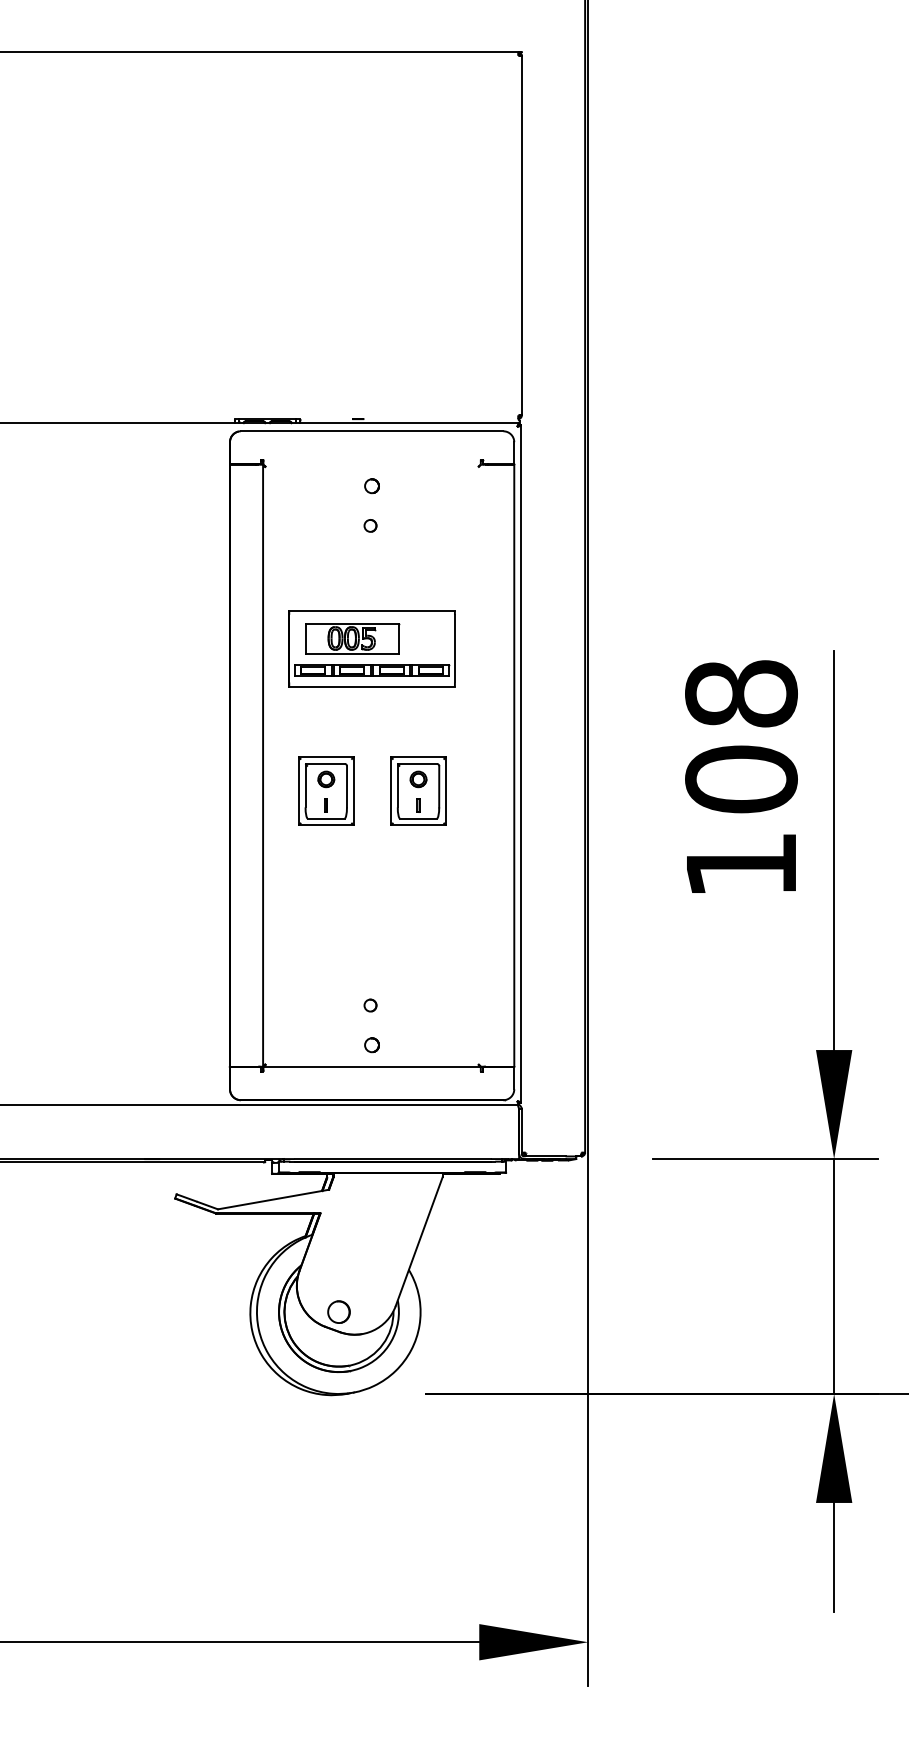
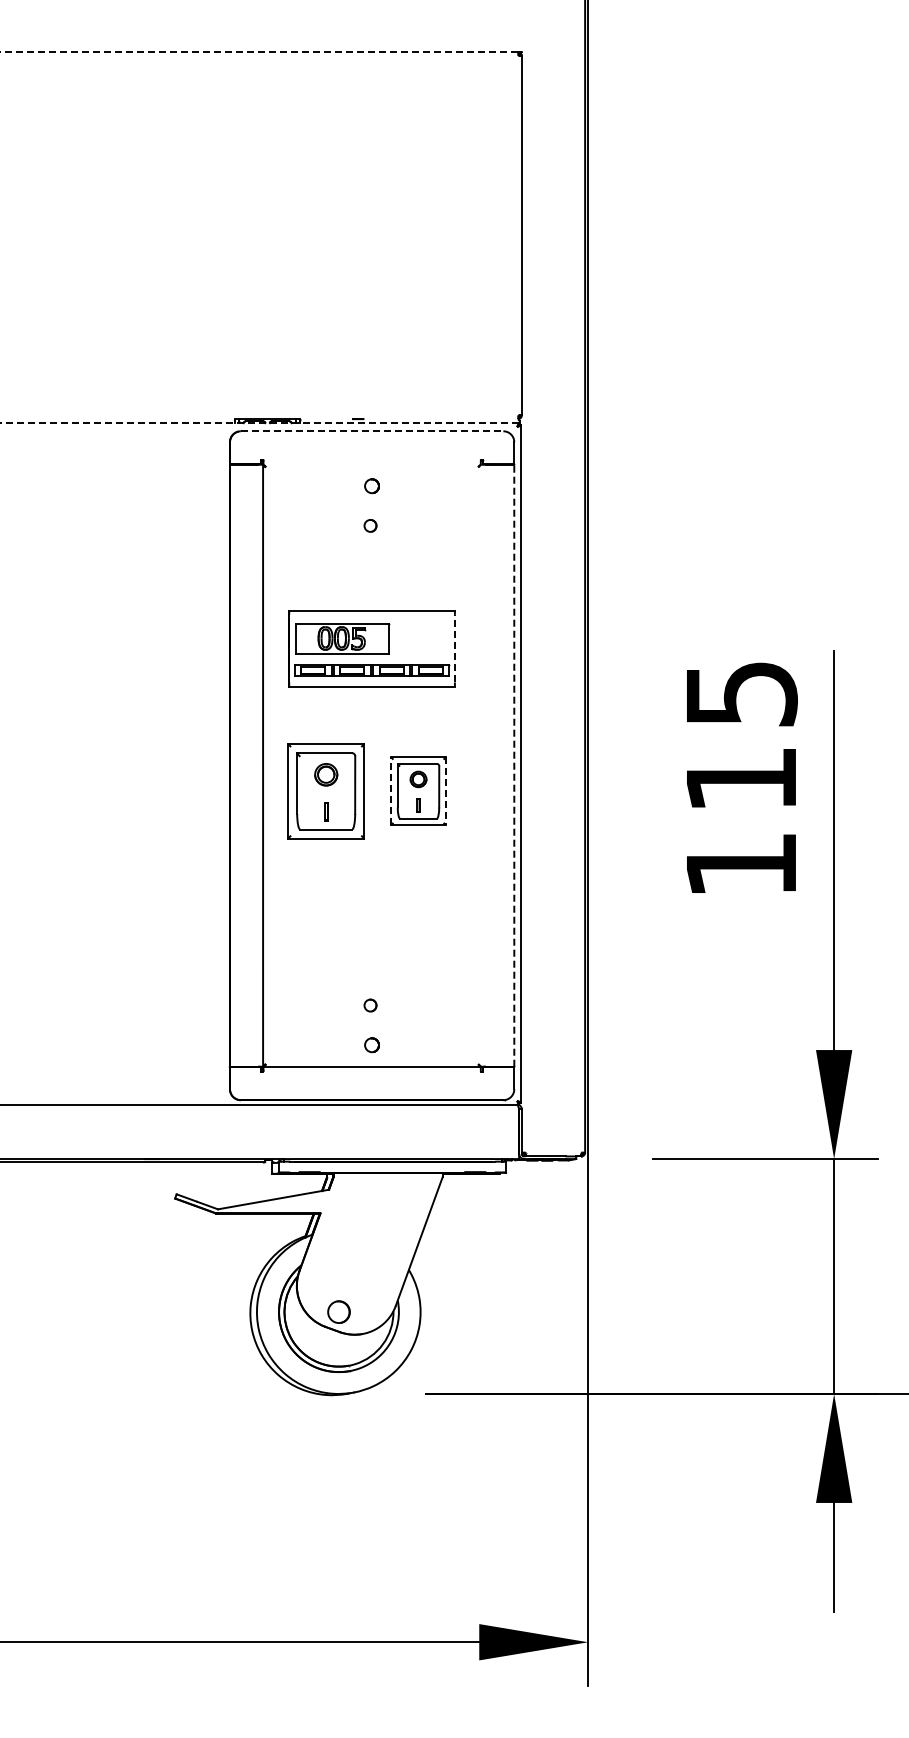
line at (259, 52): solid -> dashed
line at (259, 423): solid -> dashed
line at (372, 431): solid -> dashed
part at (352, 638) position: (352, 638) -> (342, 638)
line at (454, 648): solid -> dashed
text at (741, 736): 108 -> 115
line at (514, 765): solid -> dashed
part at (326, 790) size: 57x70 px -> 78x97 px
line at (391, 791): solid -> dashed
line at (445, 791): solid -> dashed
